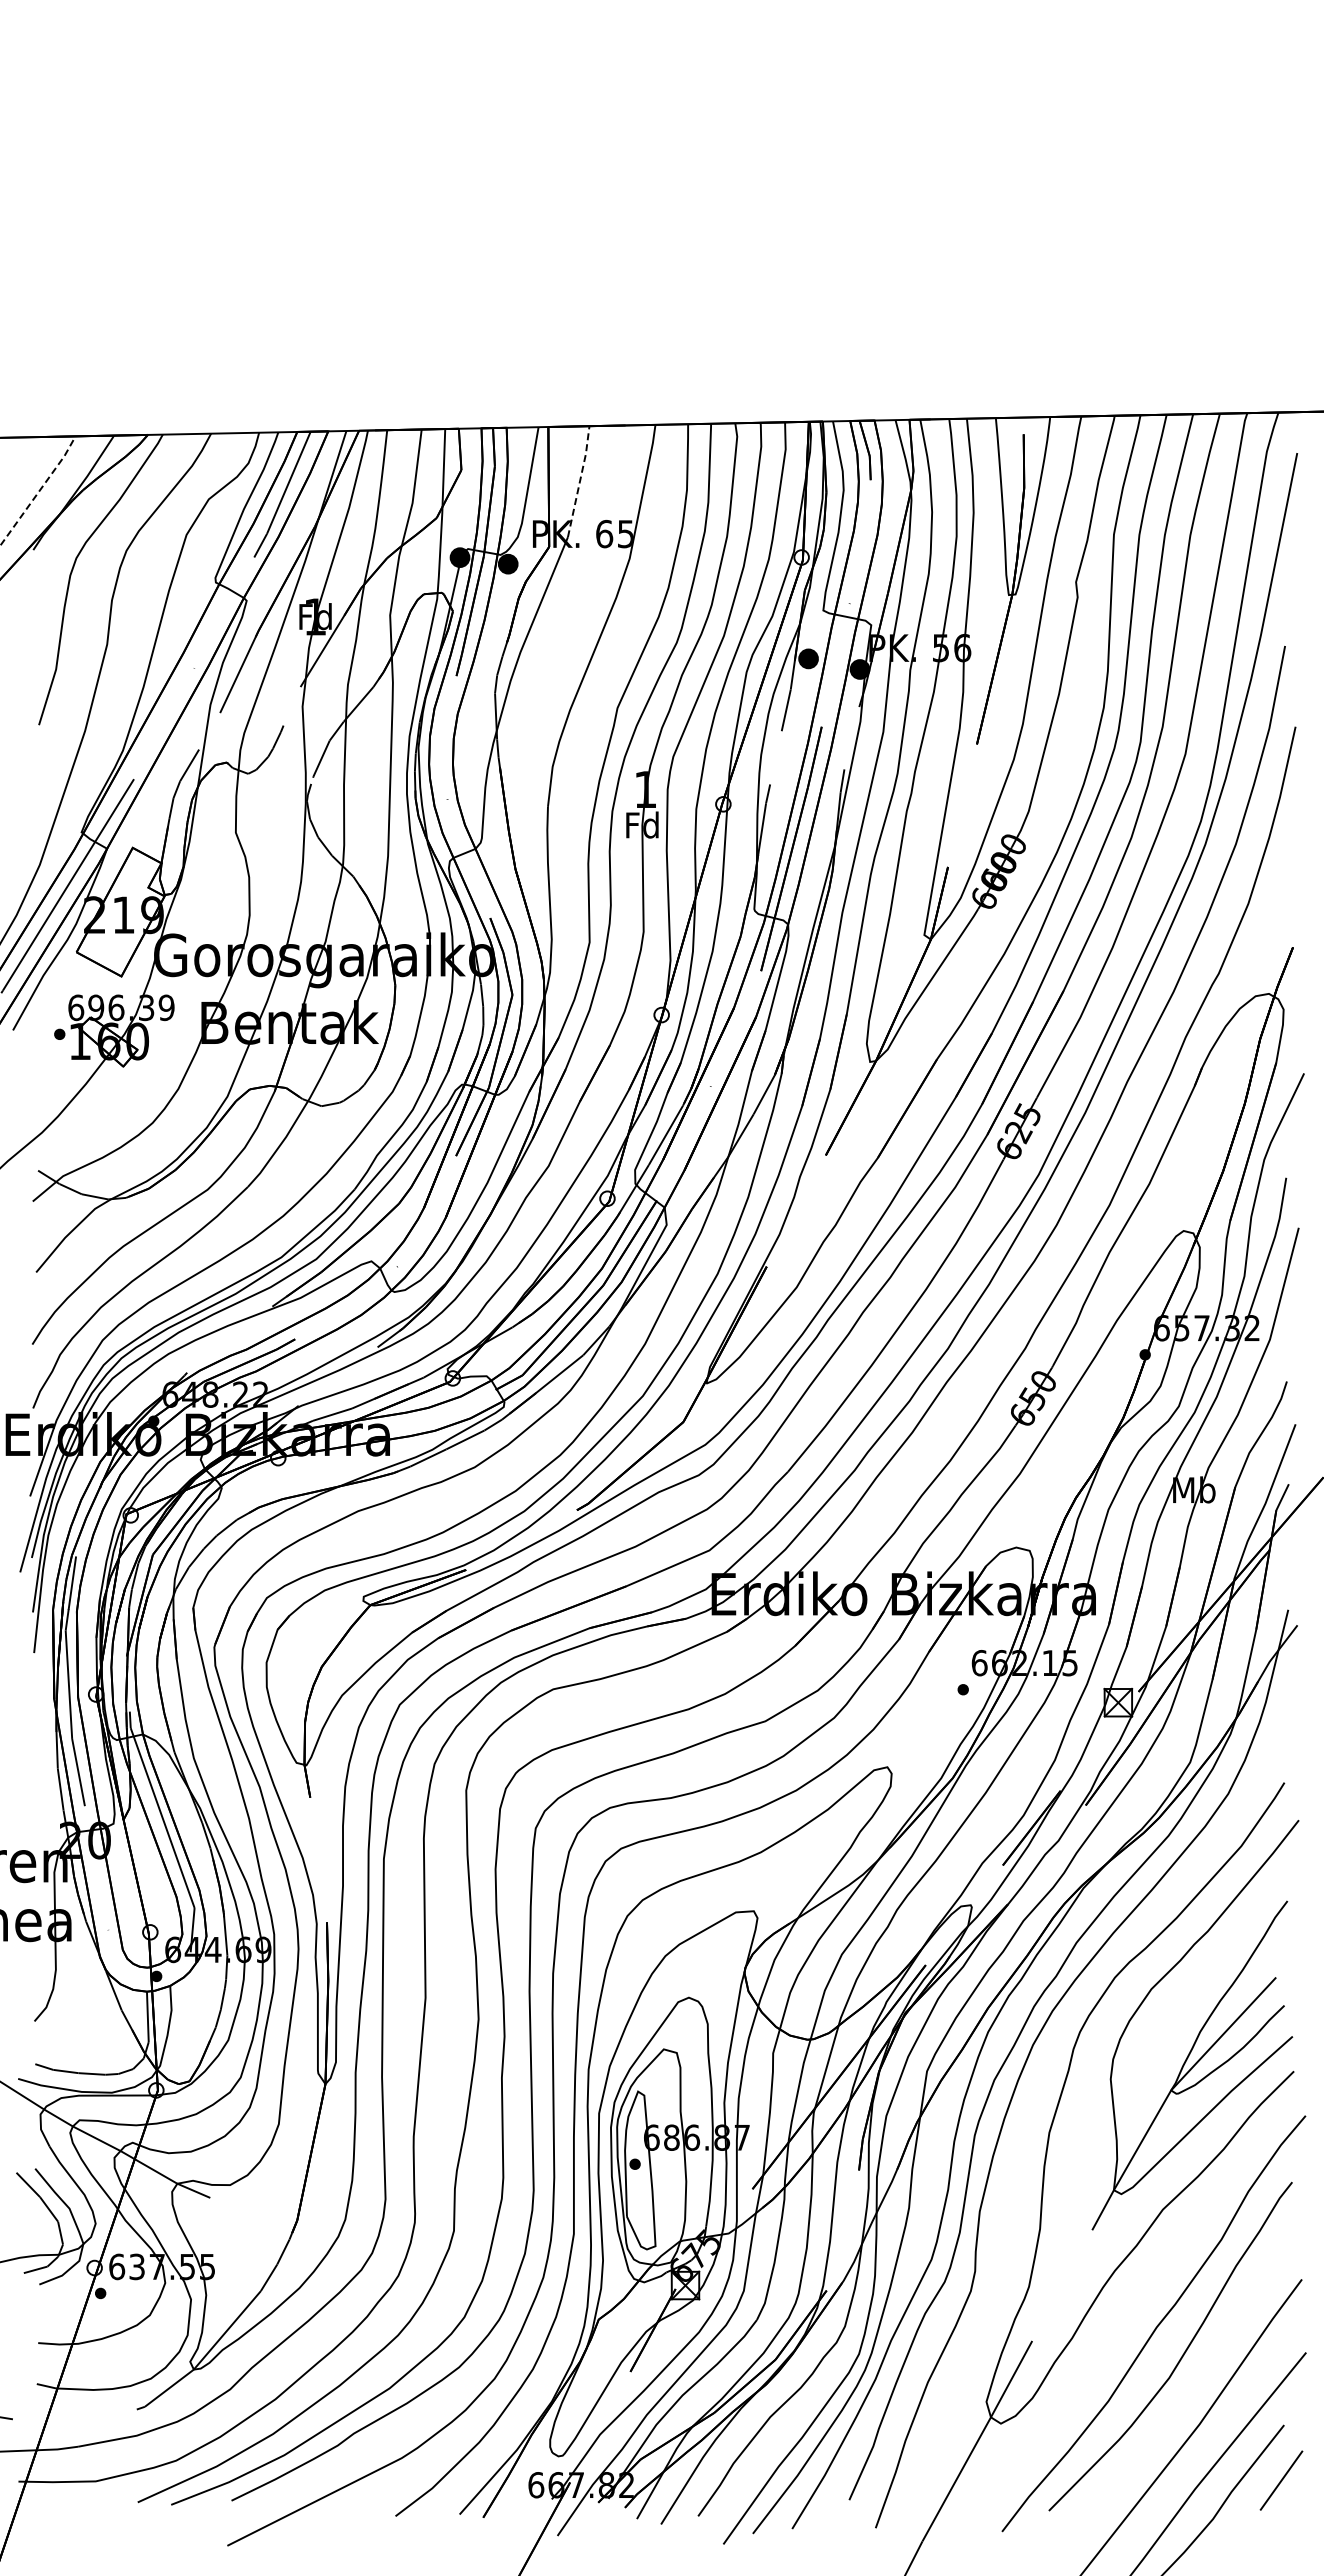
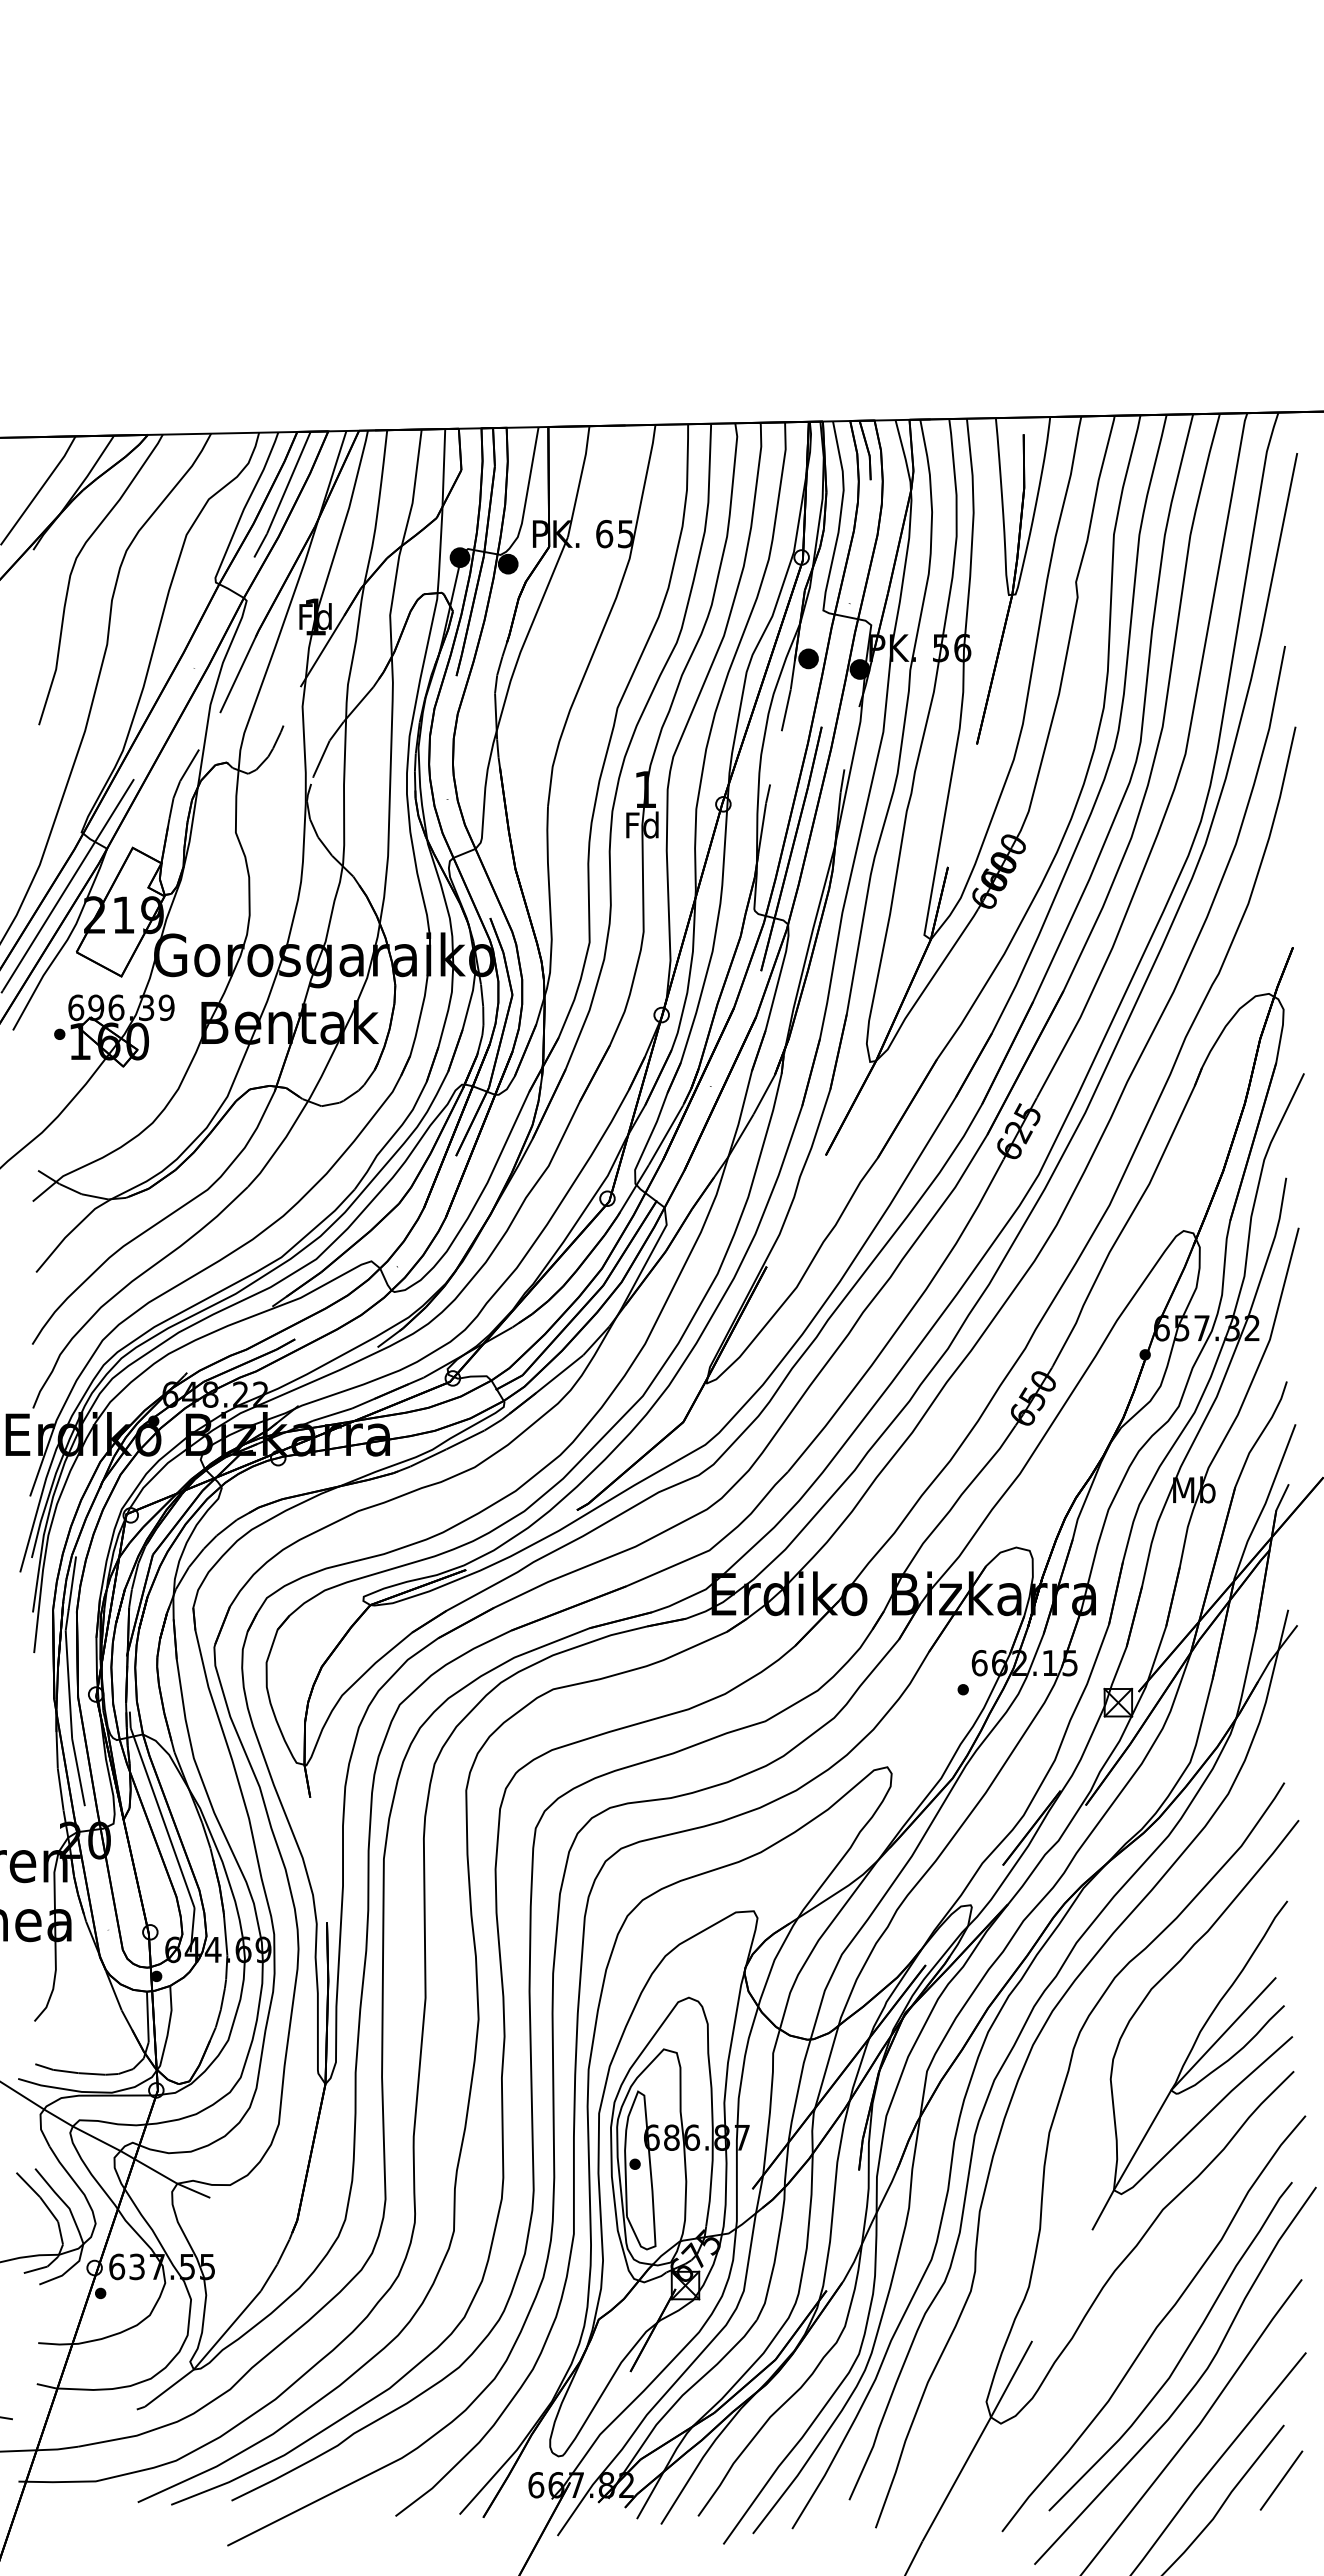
line at (580, 481): dashed -> solid
line at (39, 491): dashed -> solid
curve at (1190, 2389): none -> present
